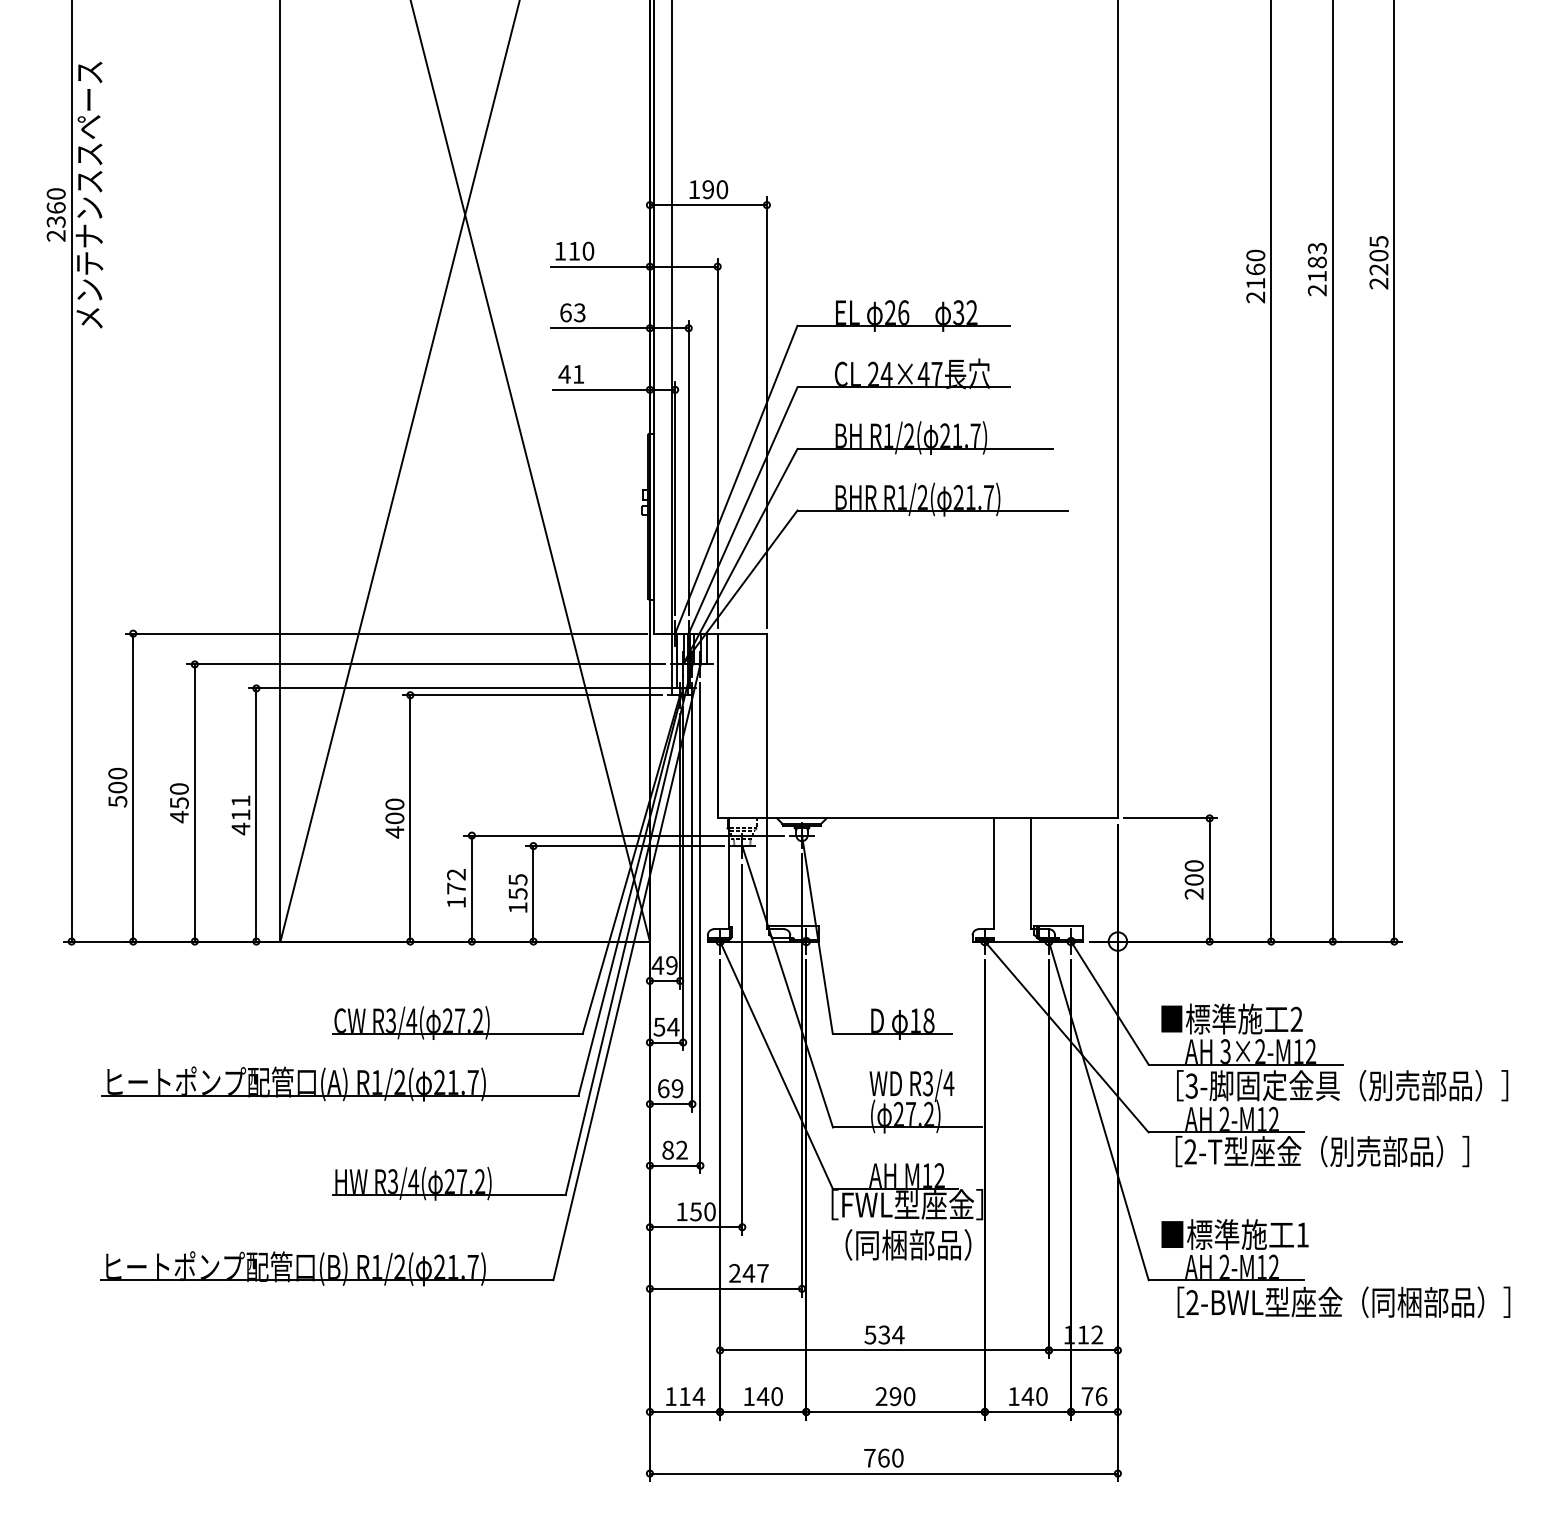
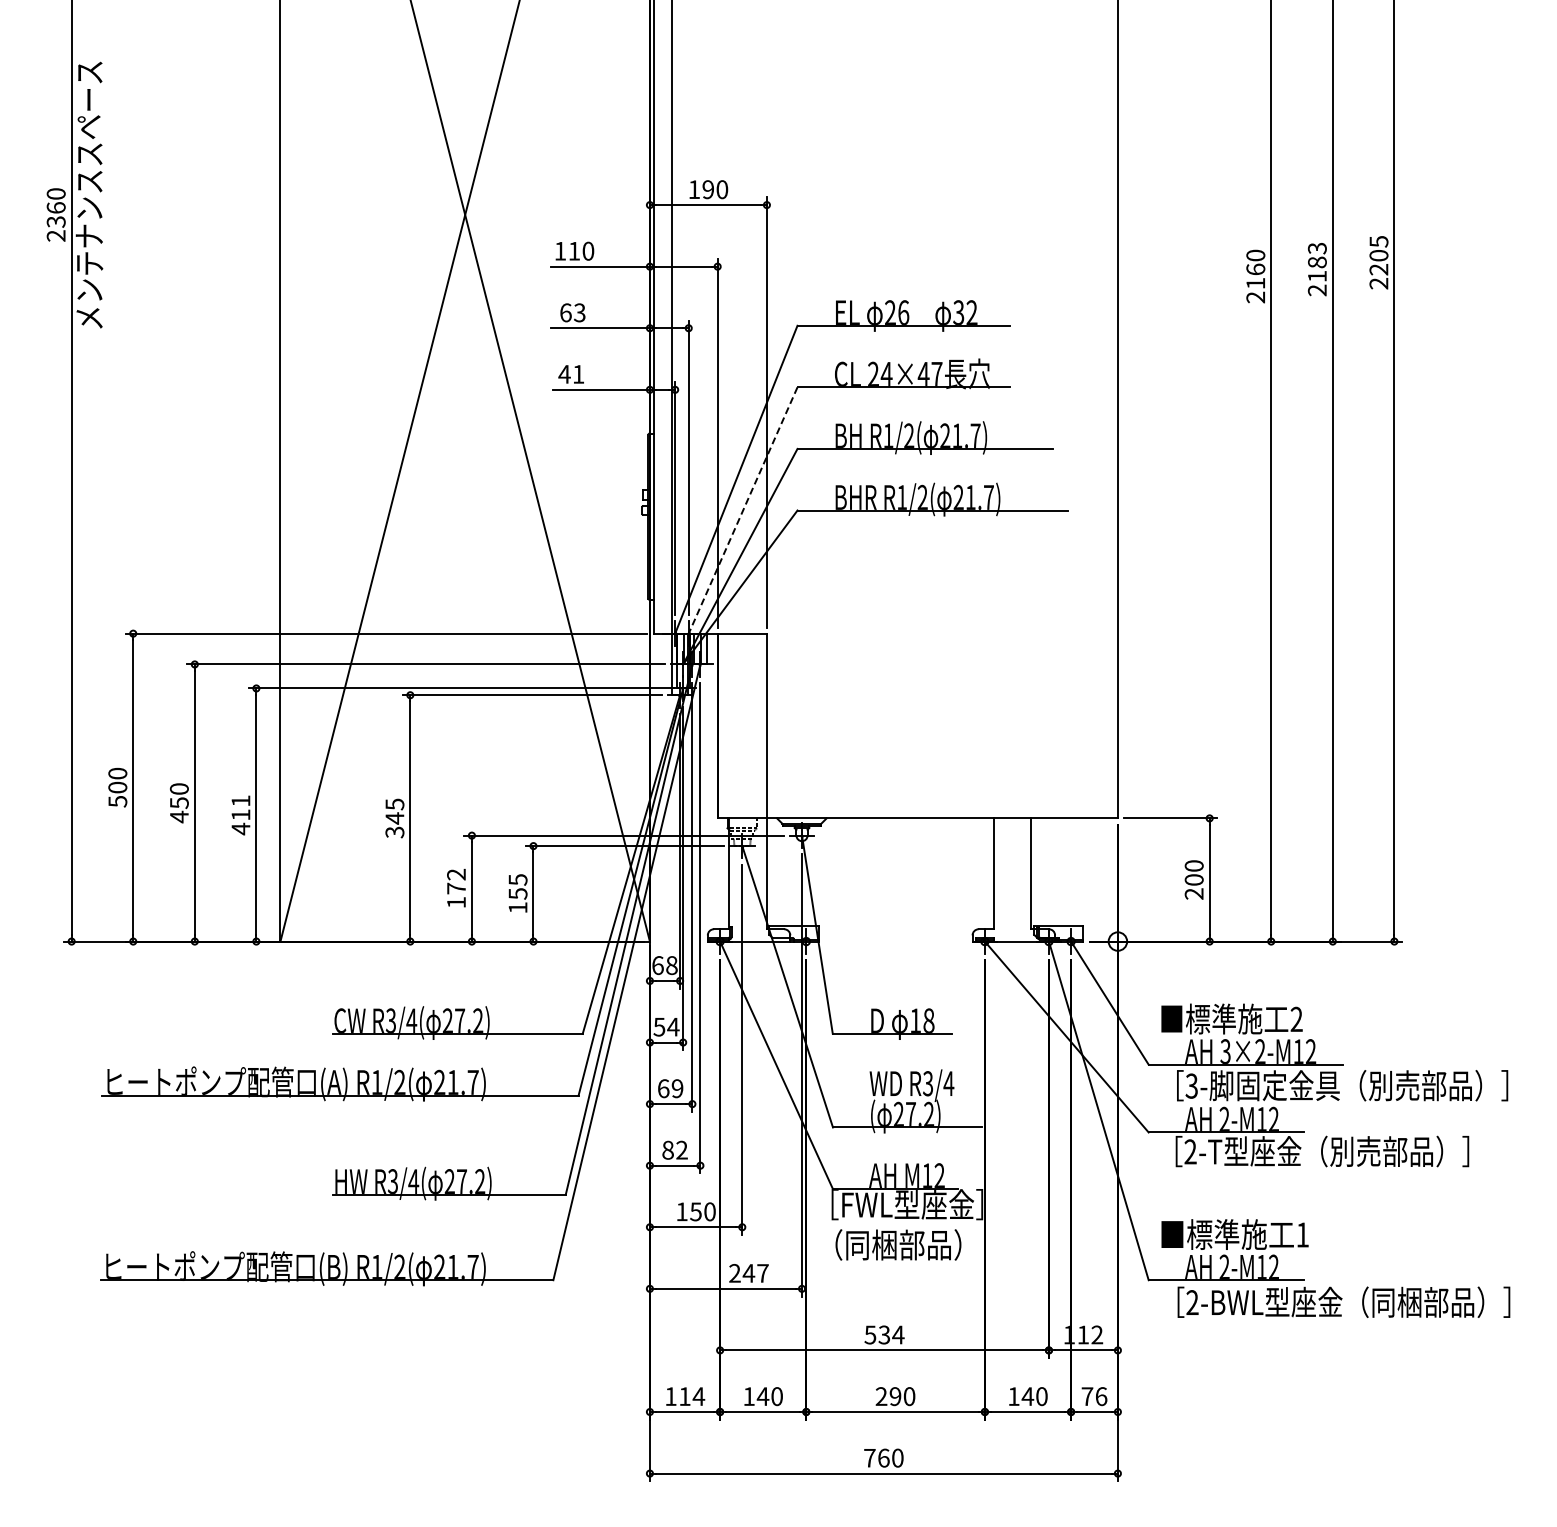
line at (743, 510): solid -> dashed
text at (394, 818): 400 -> 345
text at (664, 965): 49 -> 68
text at (908, 1244) position: (908, 1244) -> (898, 1244)
